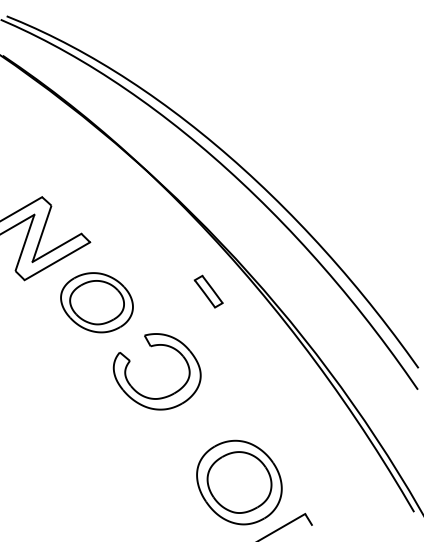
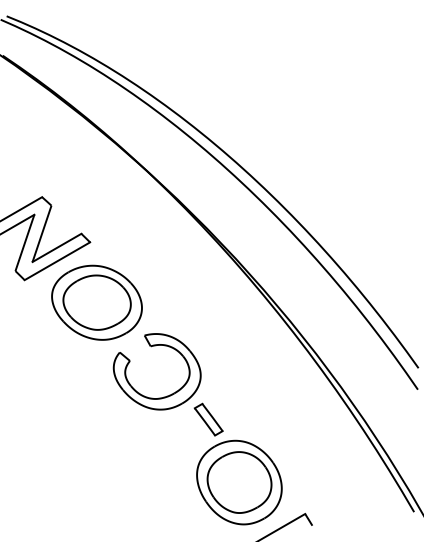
part at (208, 291) position: (208, 291) -> (208, 419)
part at (96, 302) size: 74x62 px -> 92x77 px
